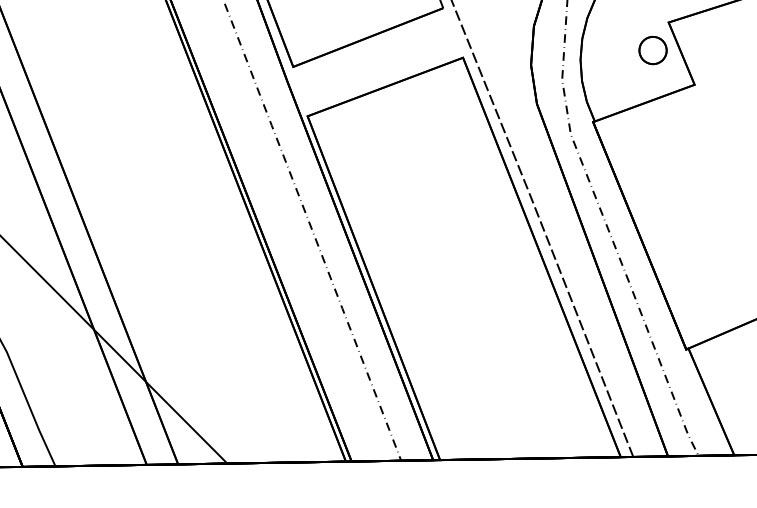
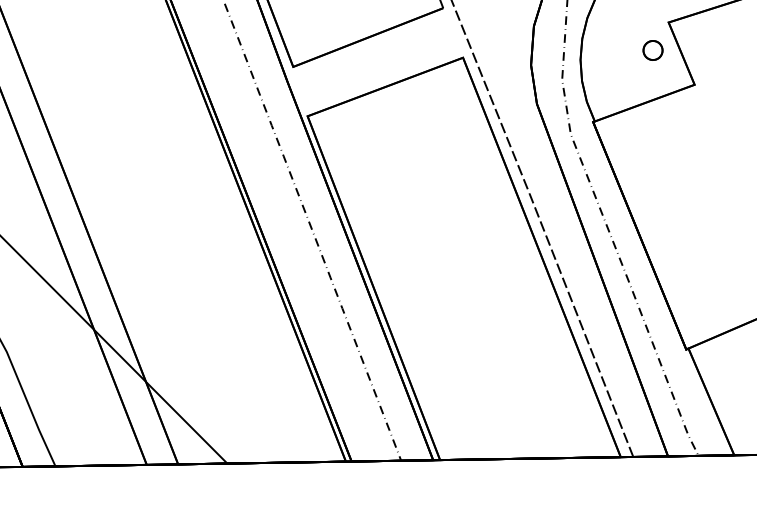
part at (652, 50) size: 30x31 px -> 22x21 px
